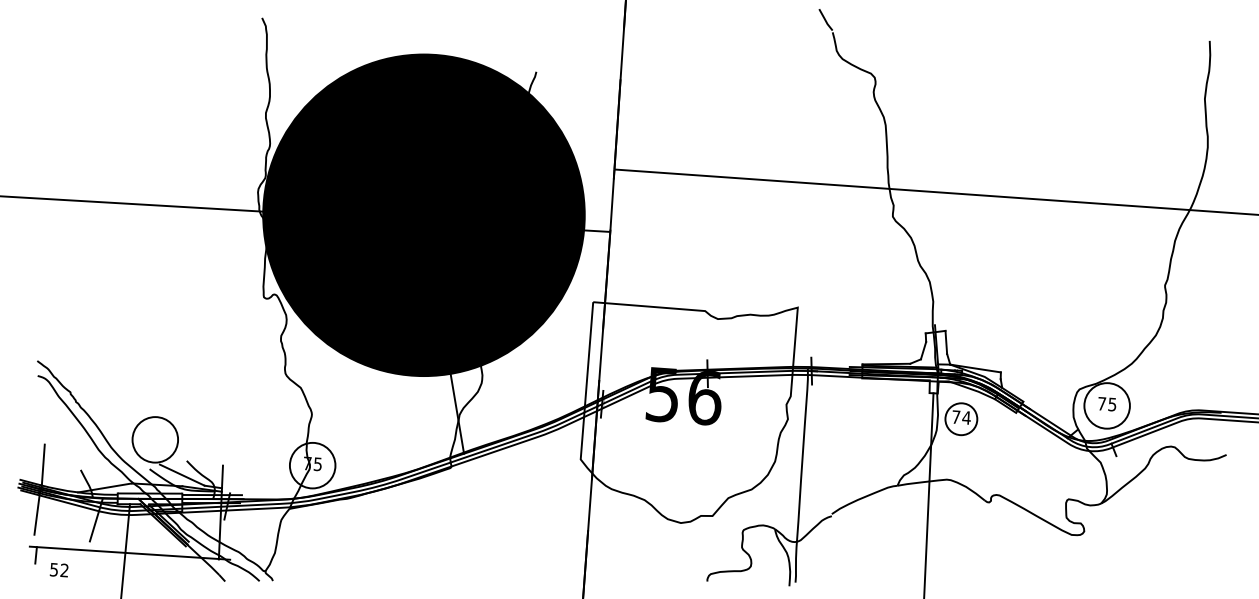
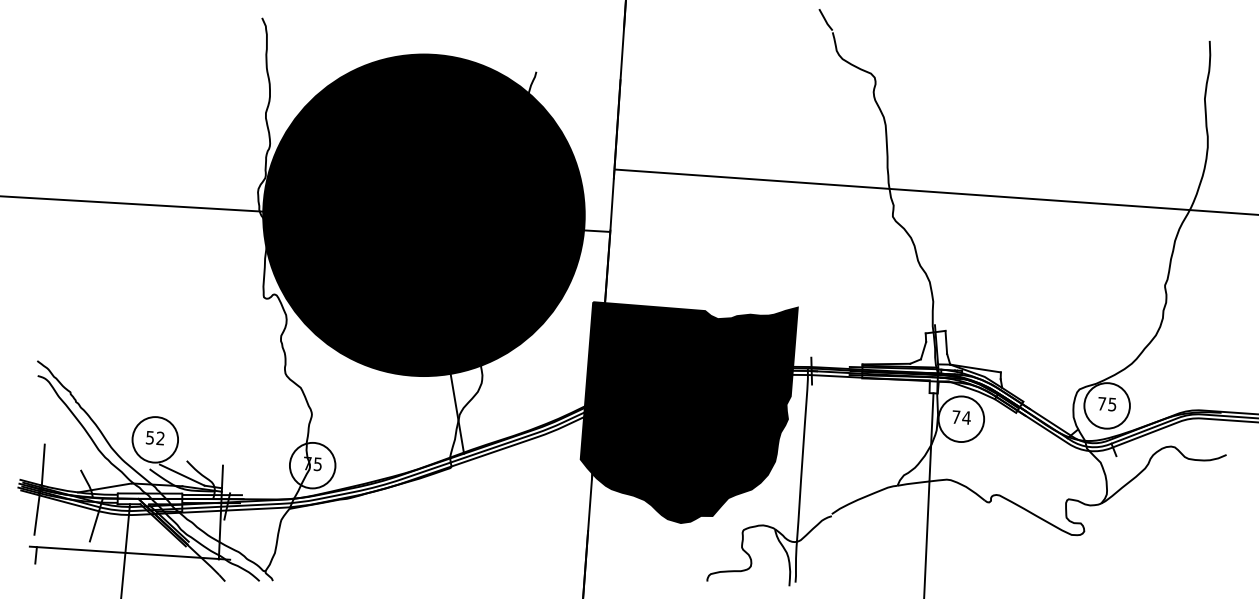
fill at (688, 412): none -> present
circle at (961, 419) diameter: 32 px -> 46 px
text at (58, 570) position: (58, 570) -> (154, 438)
